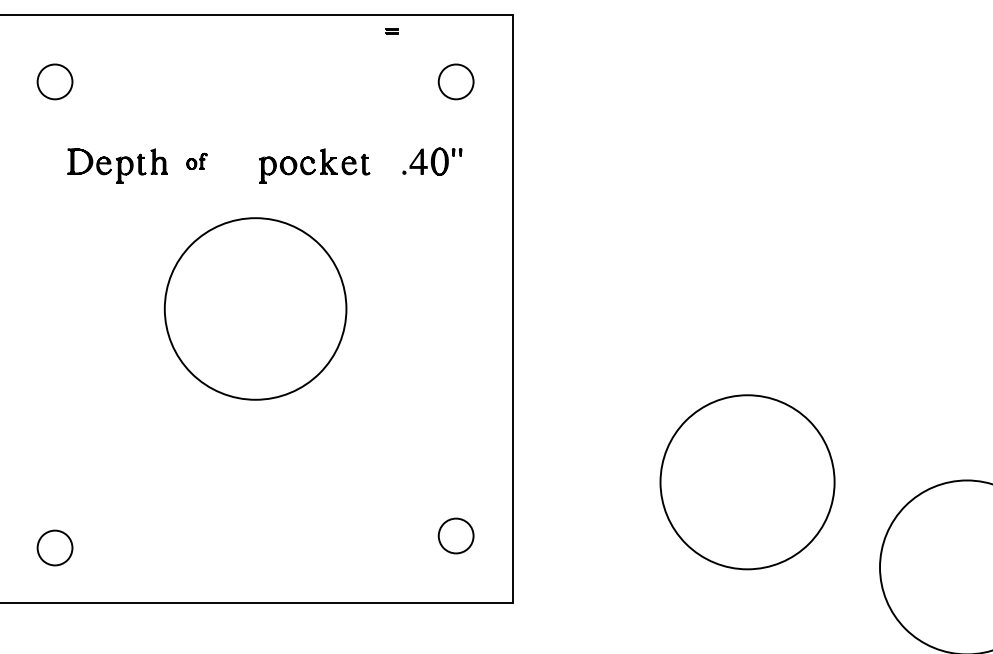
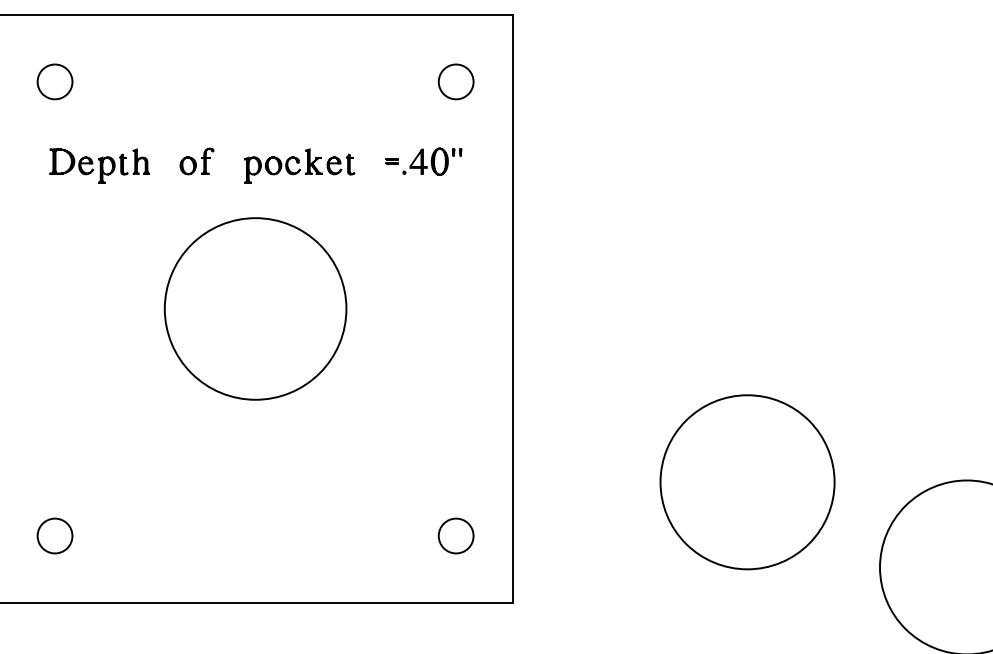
part at (391, 31) position: (391, 31) -> (391, 161)
part at (196, 160) size: 22x18 px -> 36x29 px
part at (117, 165) position: (117, 165) -> (99, 165)
part at (314, 165) position: (314, 165) -> (299, 165)
part at (54, 547) position: (54, 547) -> (54, 535)
